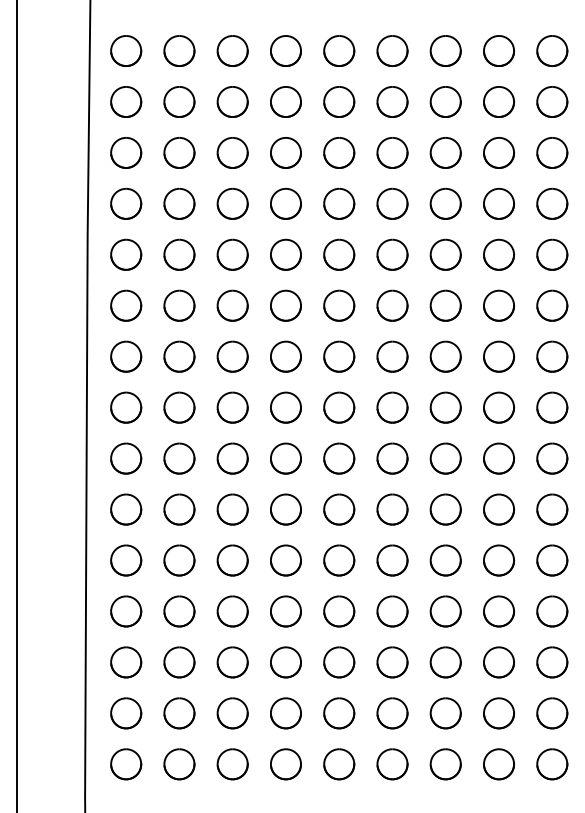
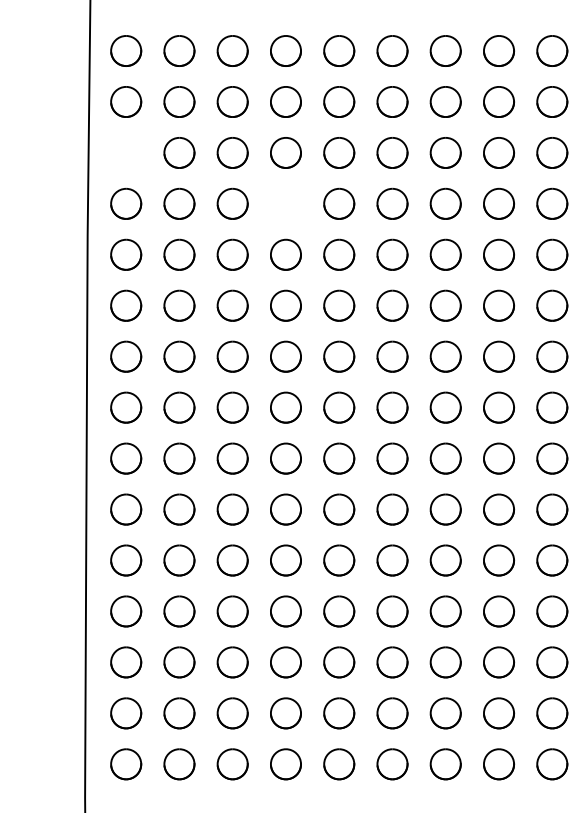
part at (126, 152): present -> none
part at (285, 203): present -> none
line at (17, 405): present -> none
